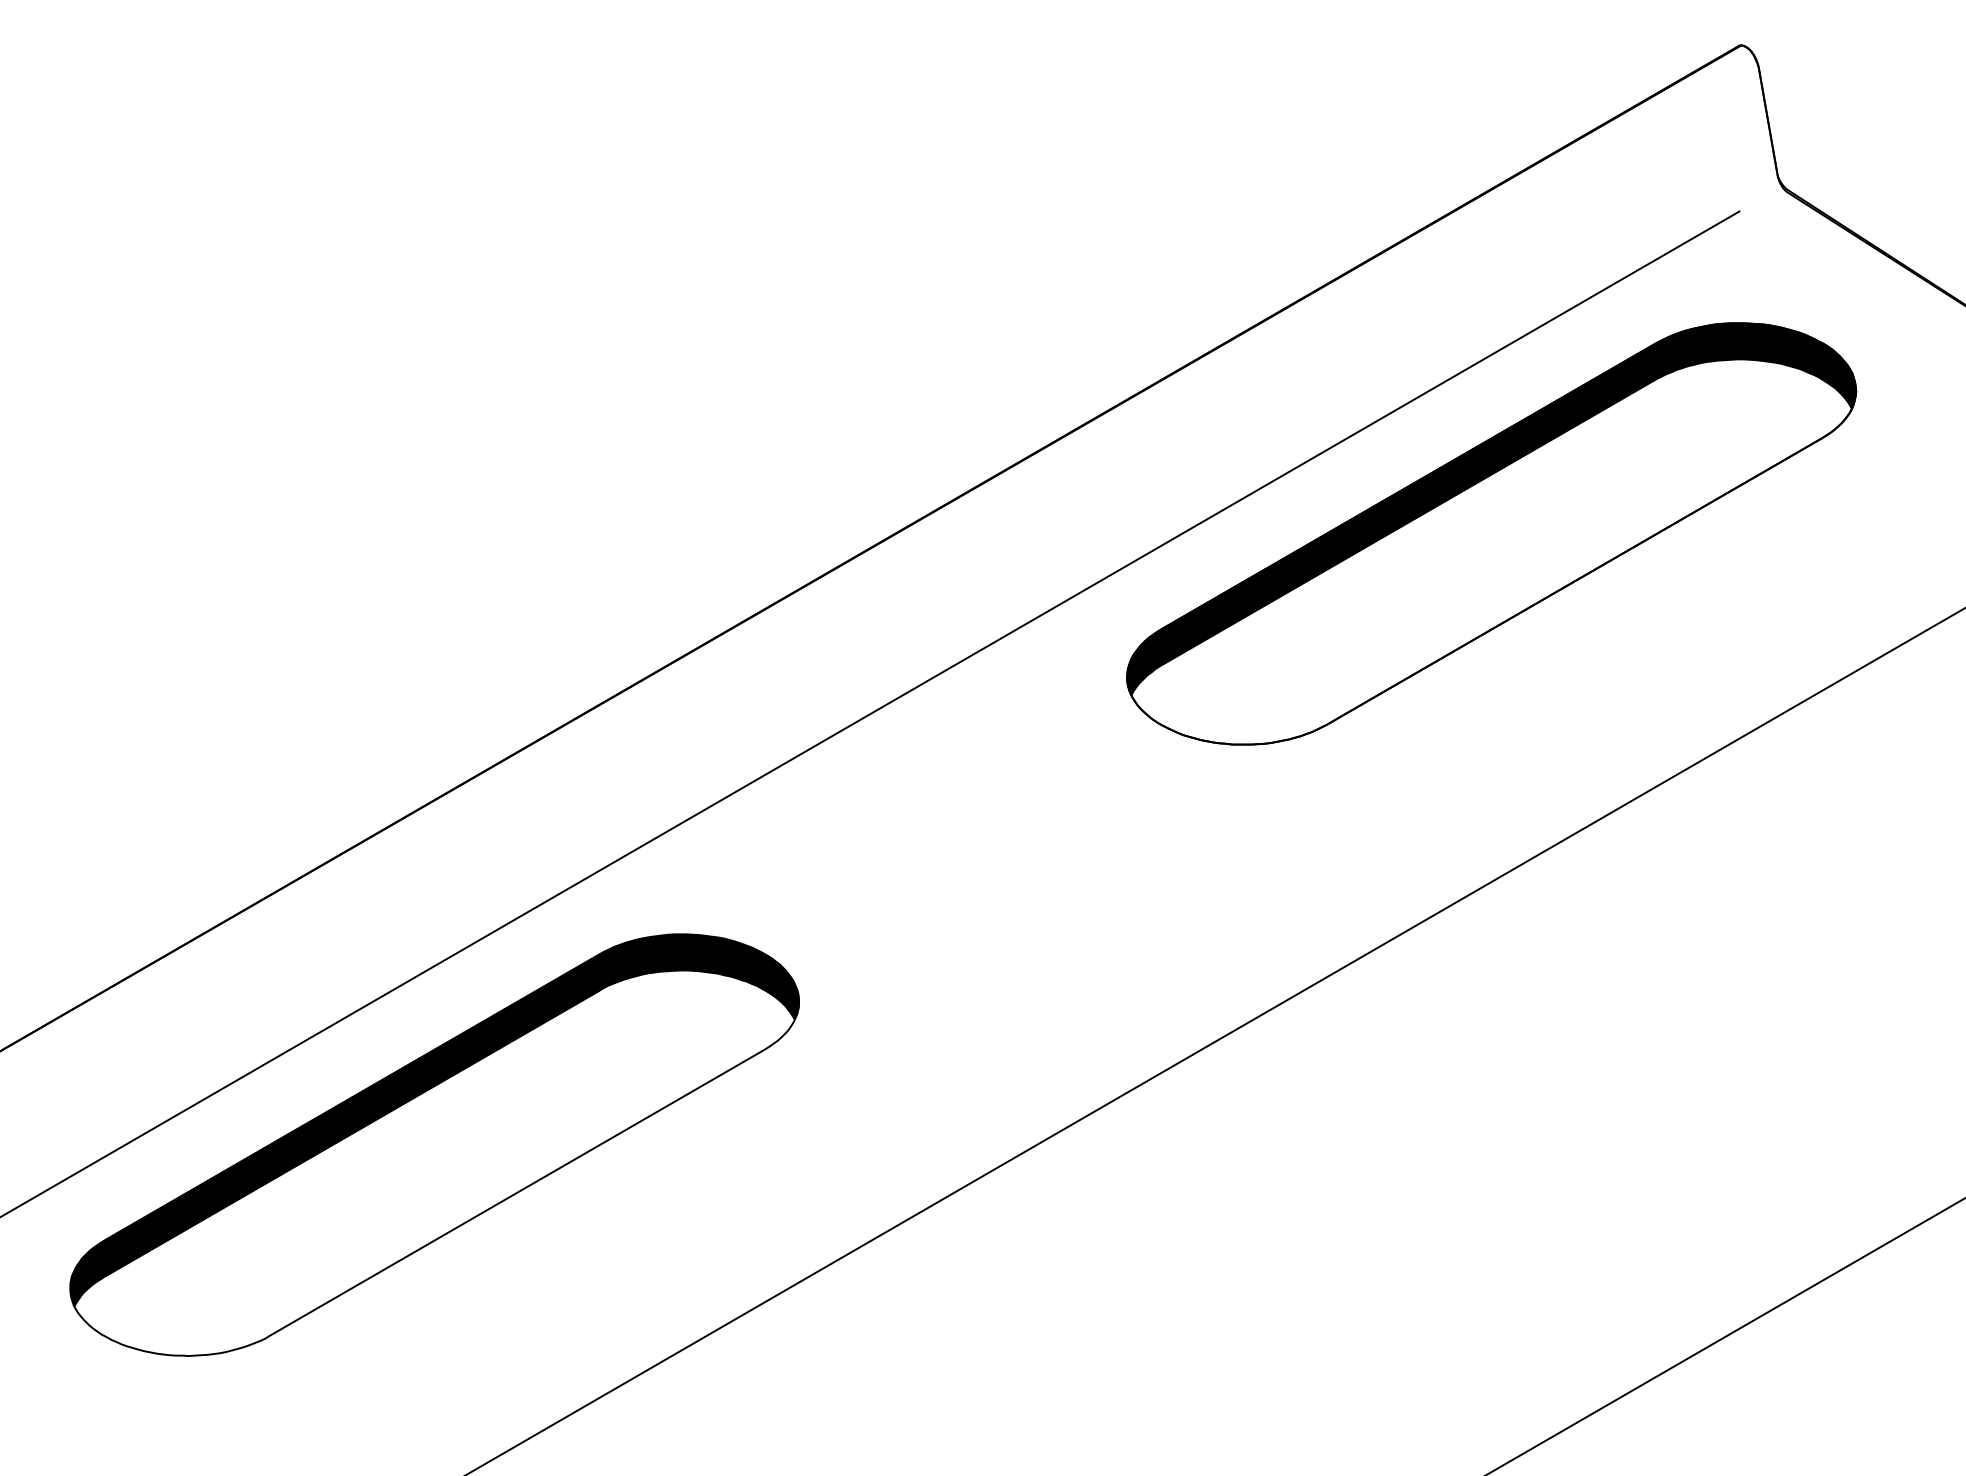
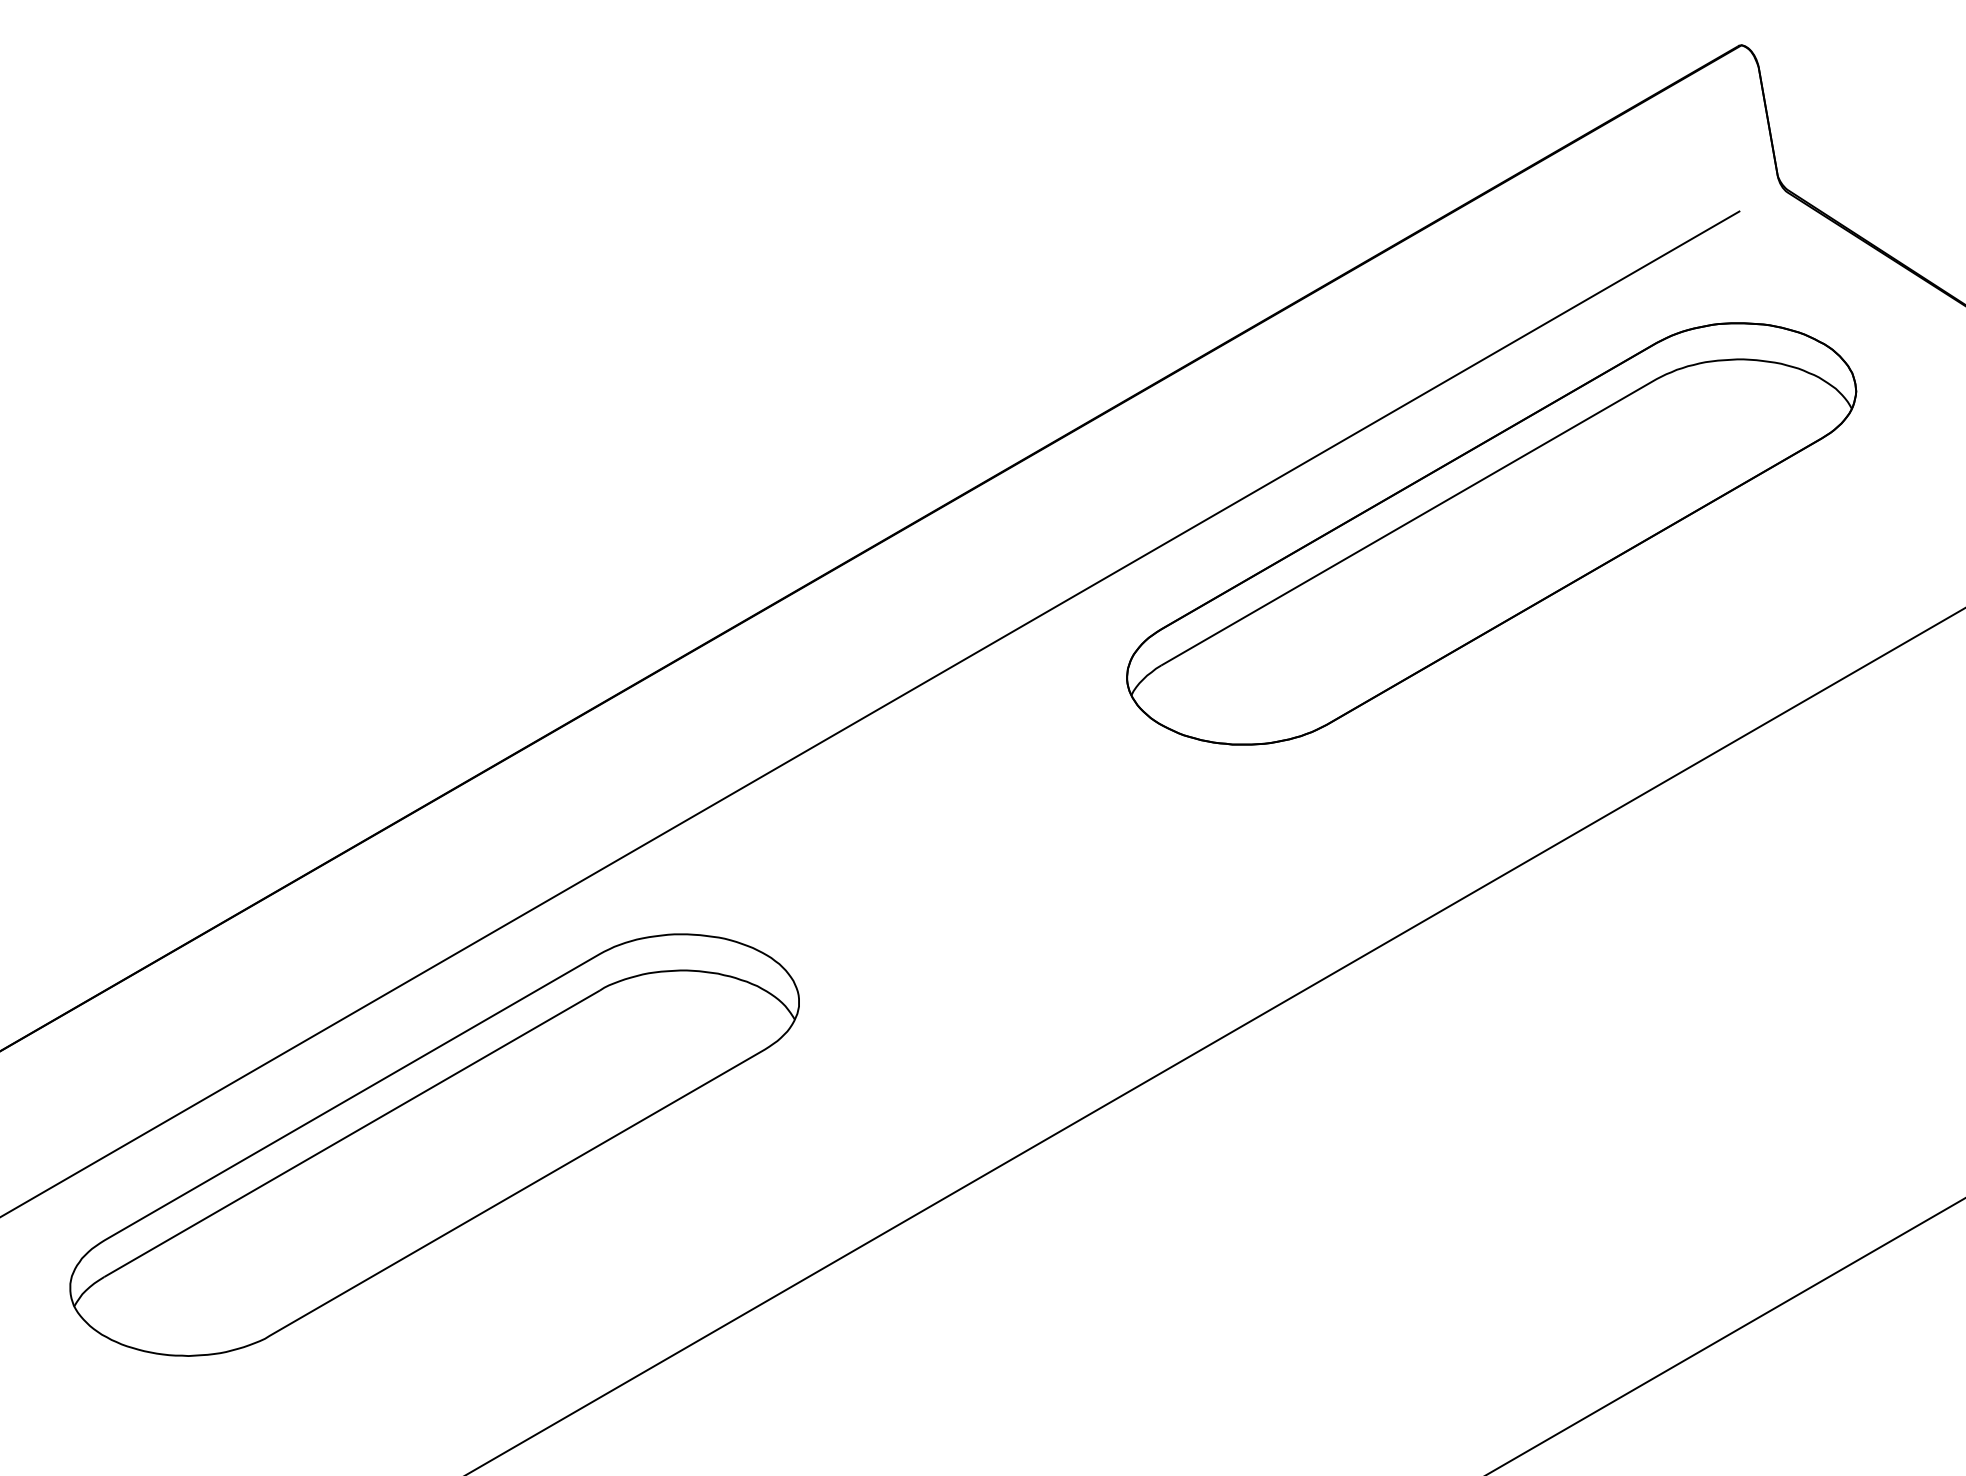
fill at (1491, 509): present -> none
fill at (434, 1120): present -> none
